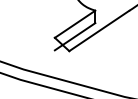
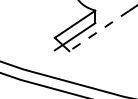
line at (99, 31): solid -> dashed
